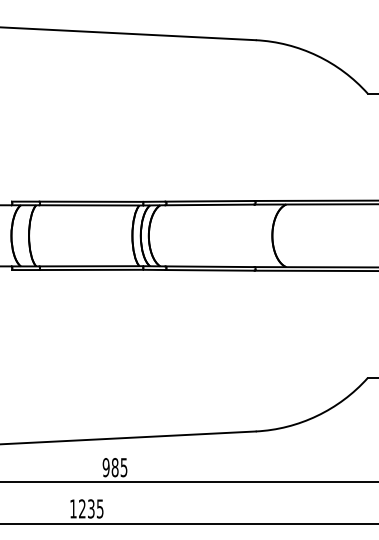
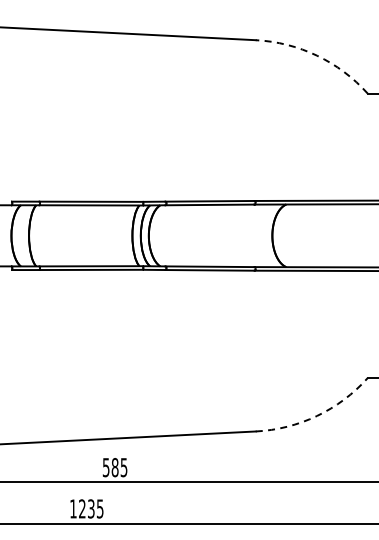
arc at (317, 55): solid -> dashed
arc at (317, 415): solid -> dashed
text at (105, 467): 985 -> 585
